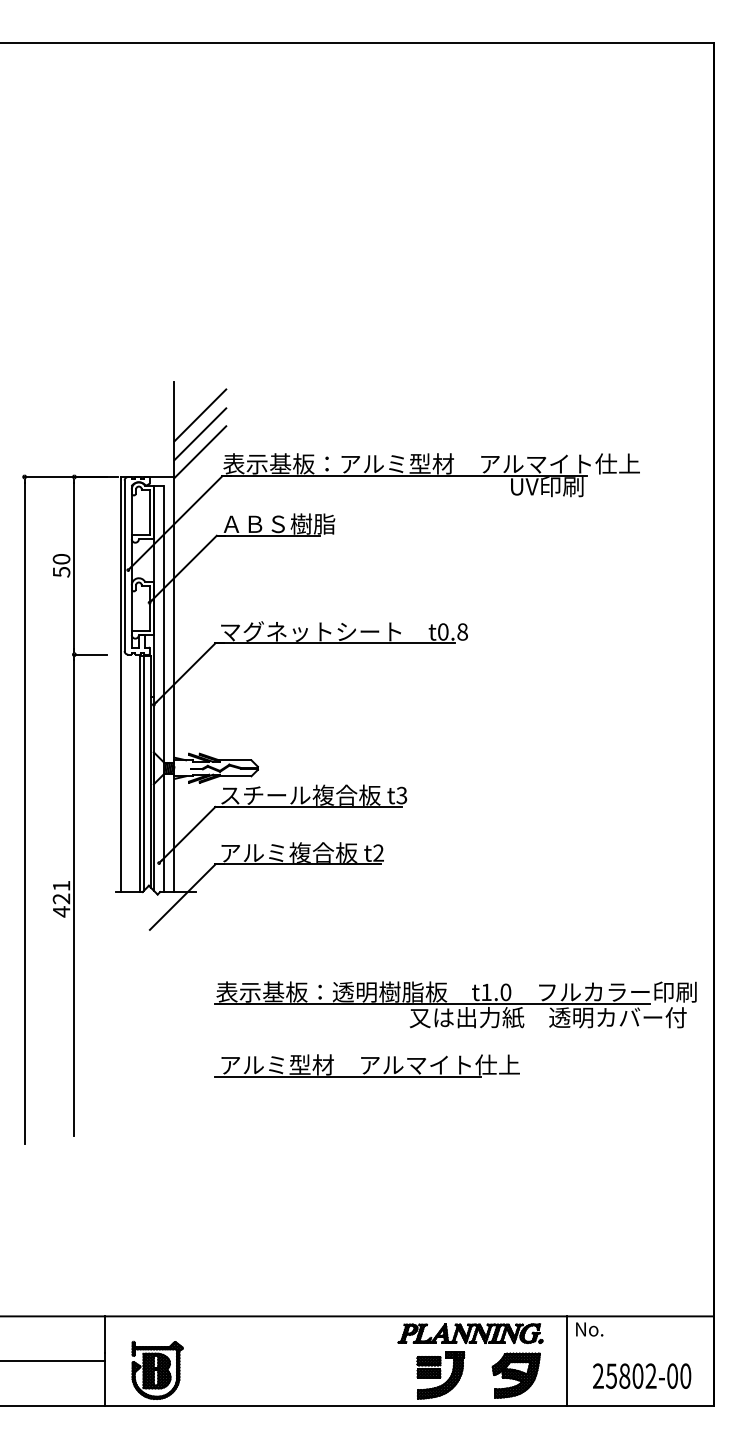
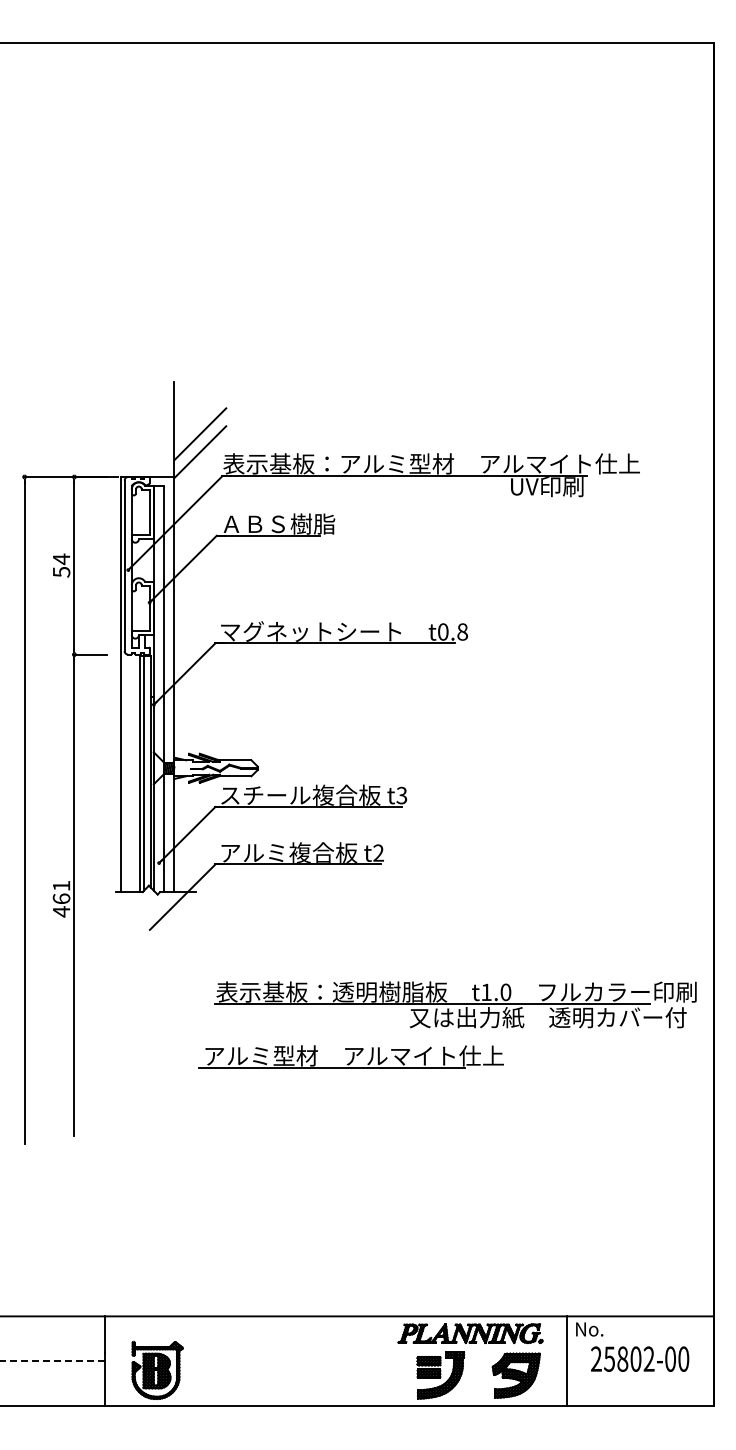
line at (200, 415): present -> none
text at (61, 559): 50 -> 54
text at (61, 898): 421 -> 461
part at (366, 1065) position: (366, 1065) -> (350, 1056)
line at (52, 1361): solid -> dashed
text at (642, 1375) position: (642, 1375) -> (640, 1358)
